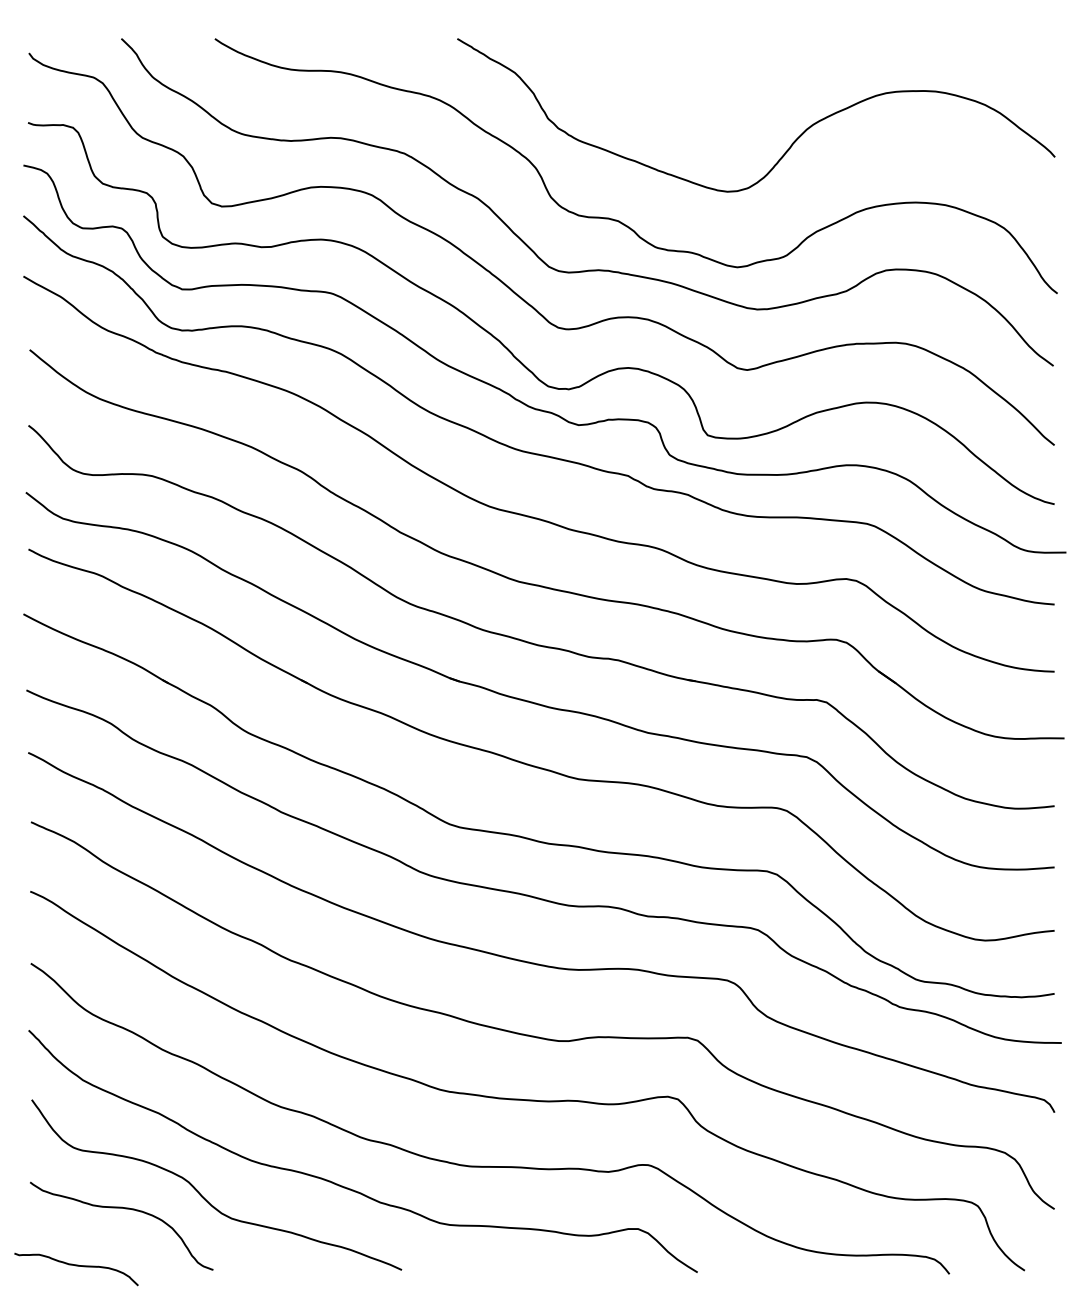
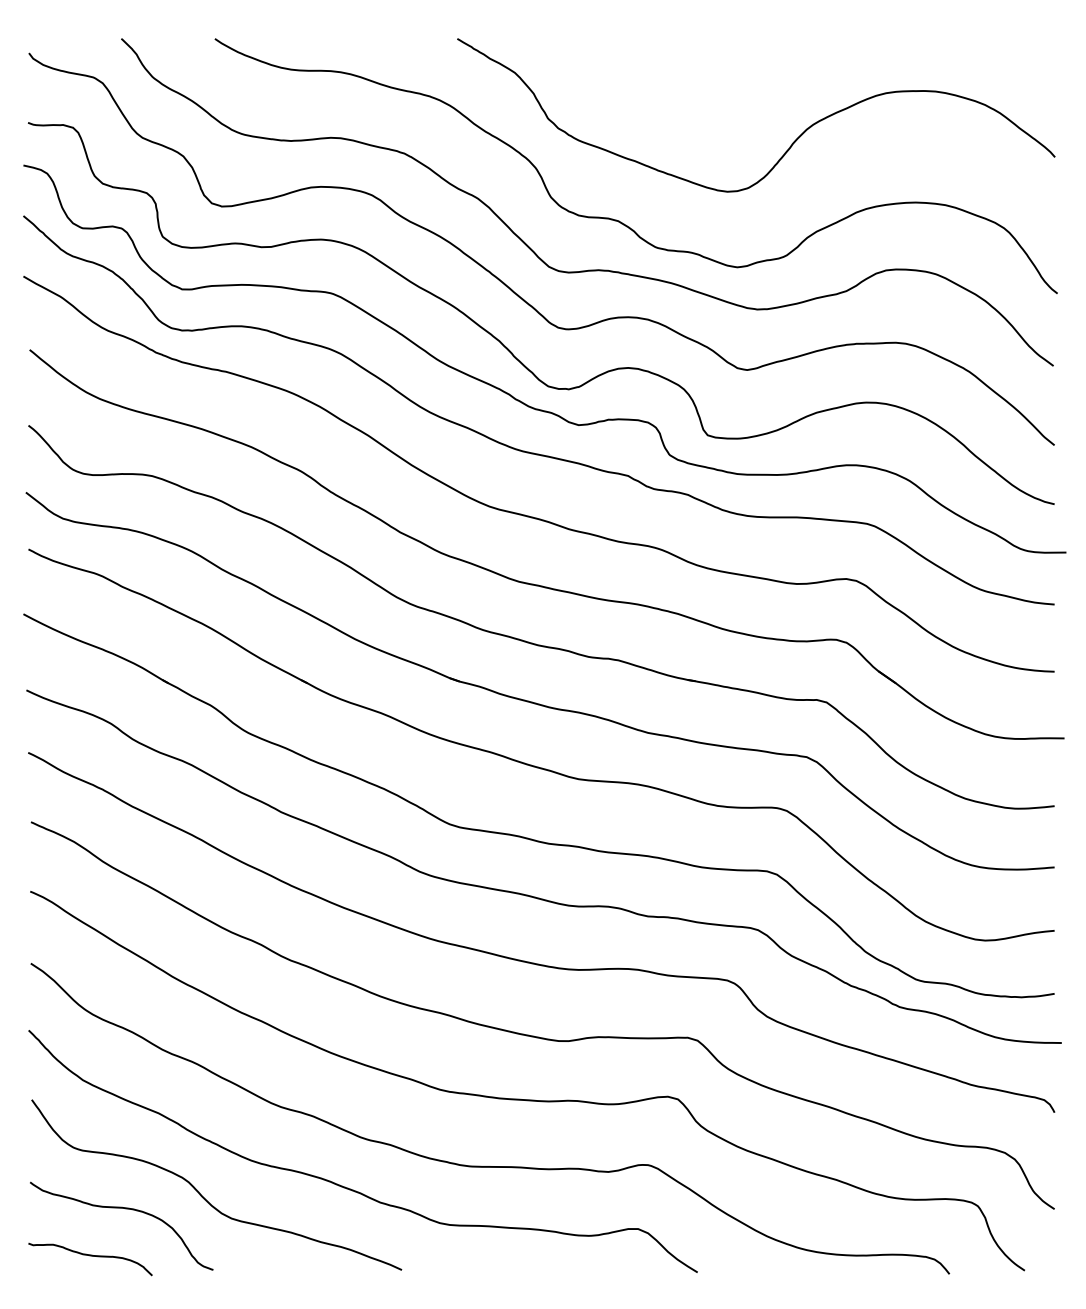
curve at (76, 1266) position: (76, 1266) -> (90, 1256)
